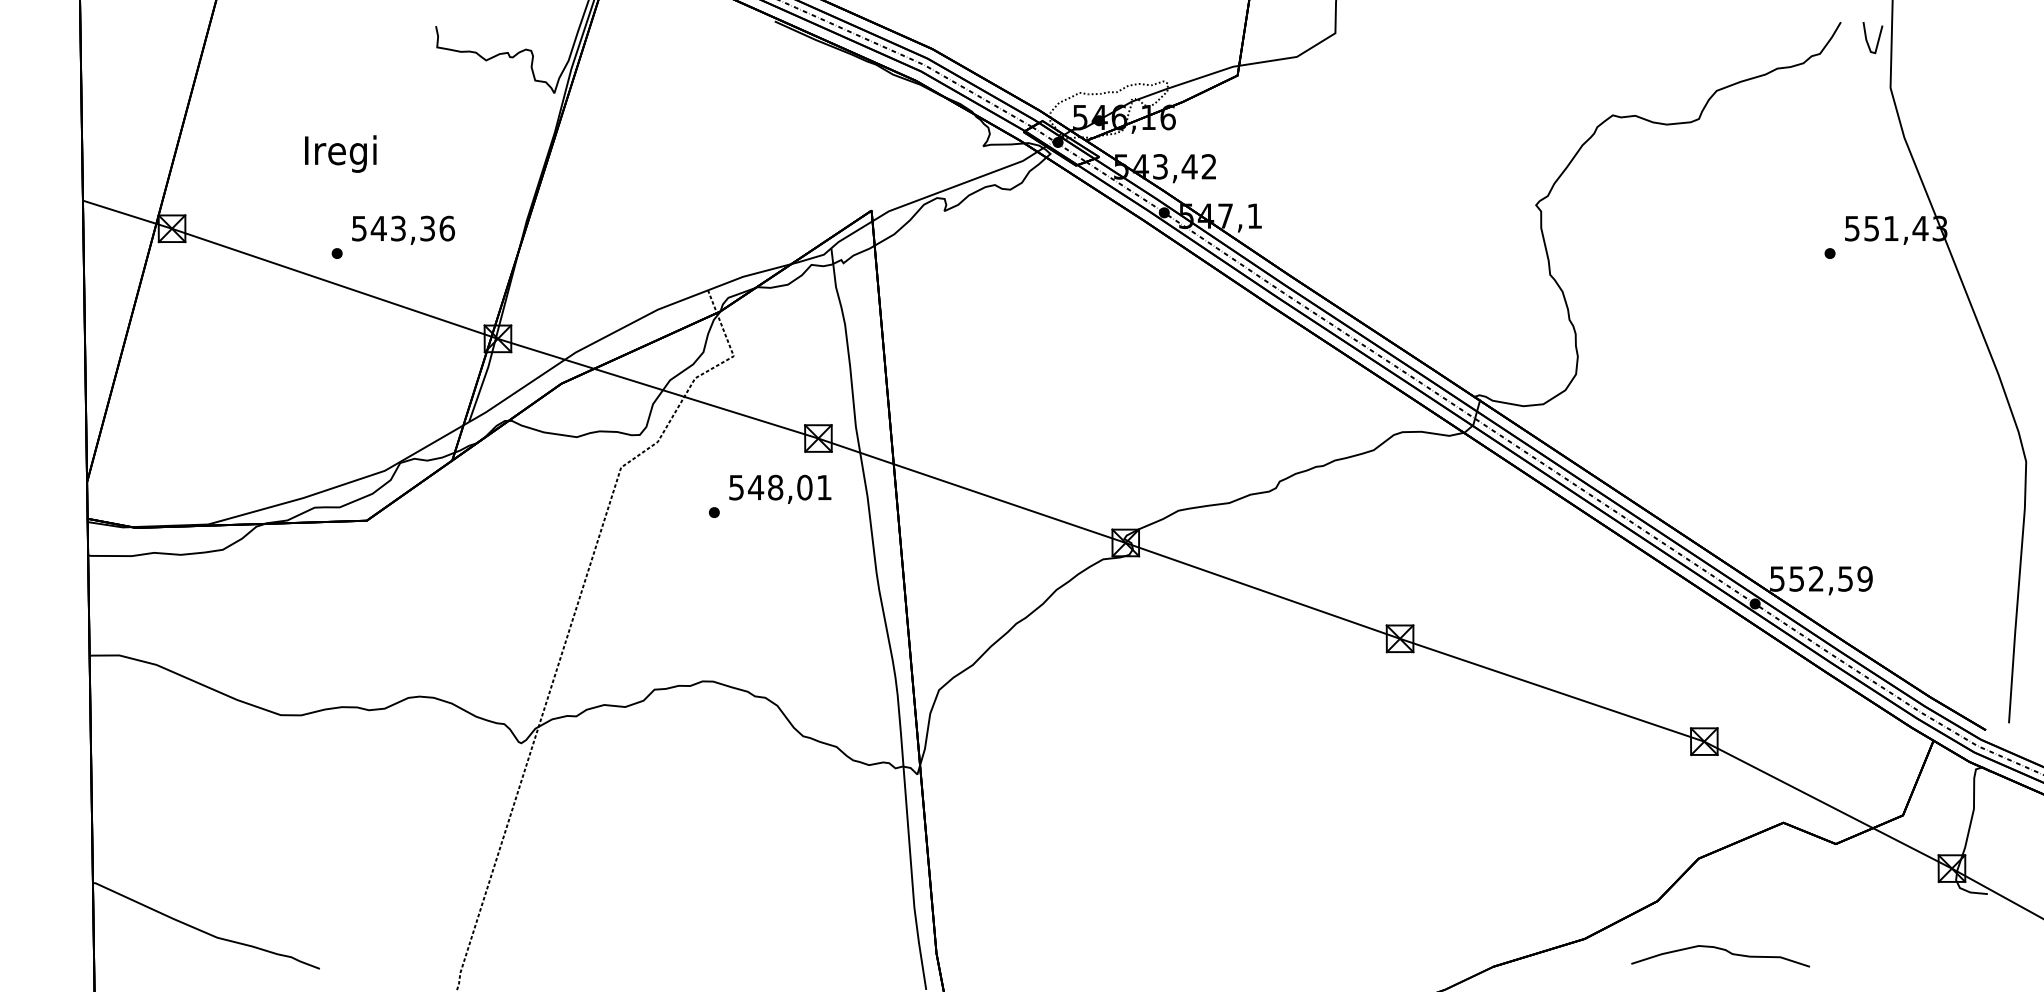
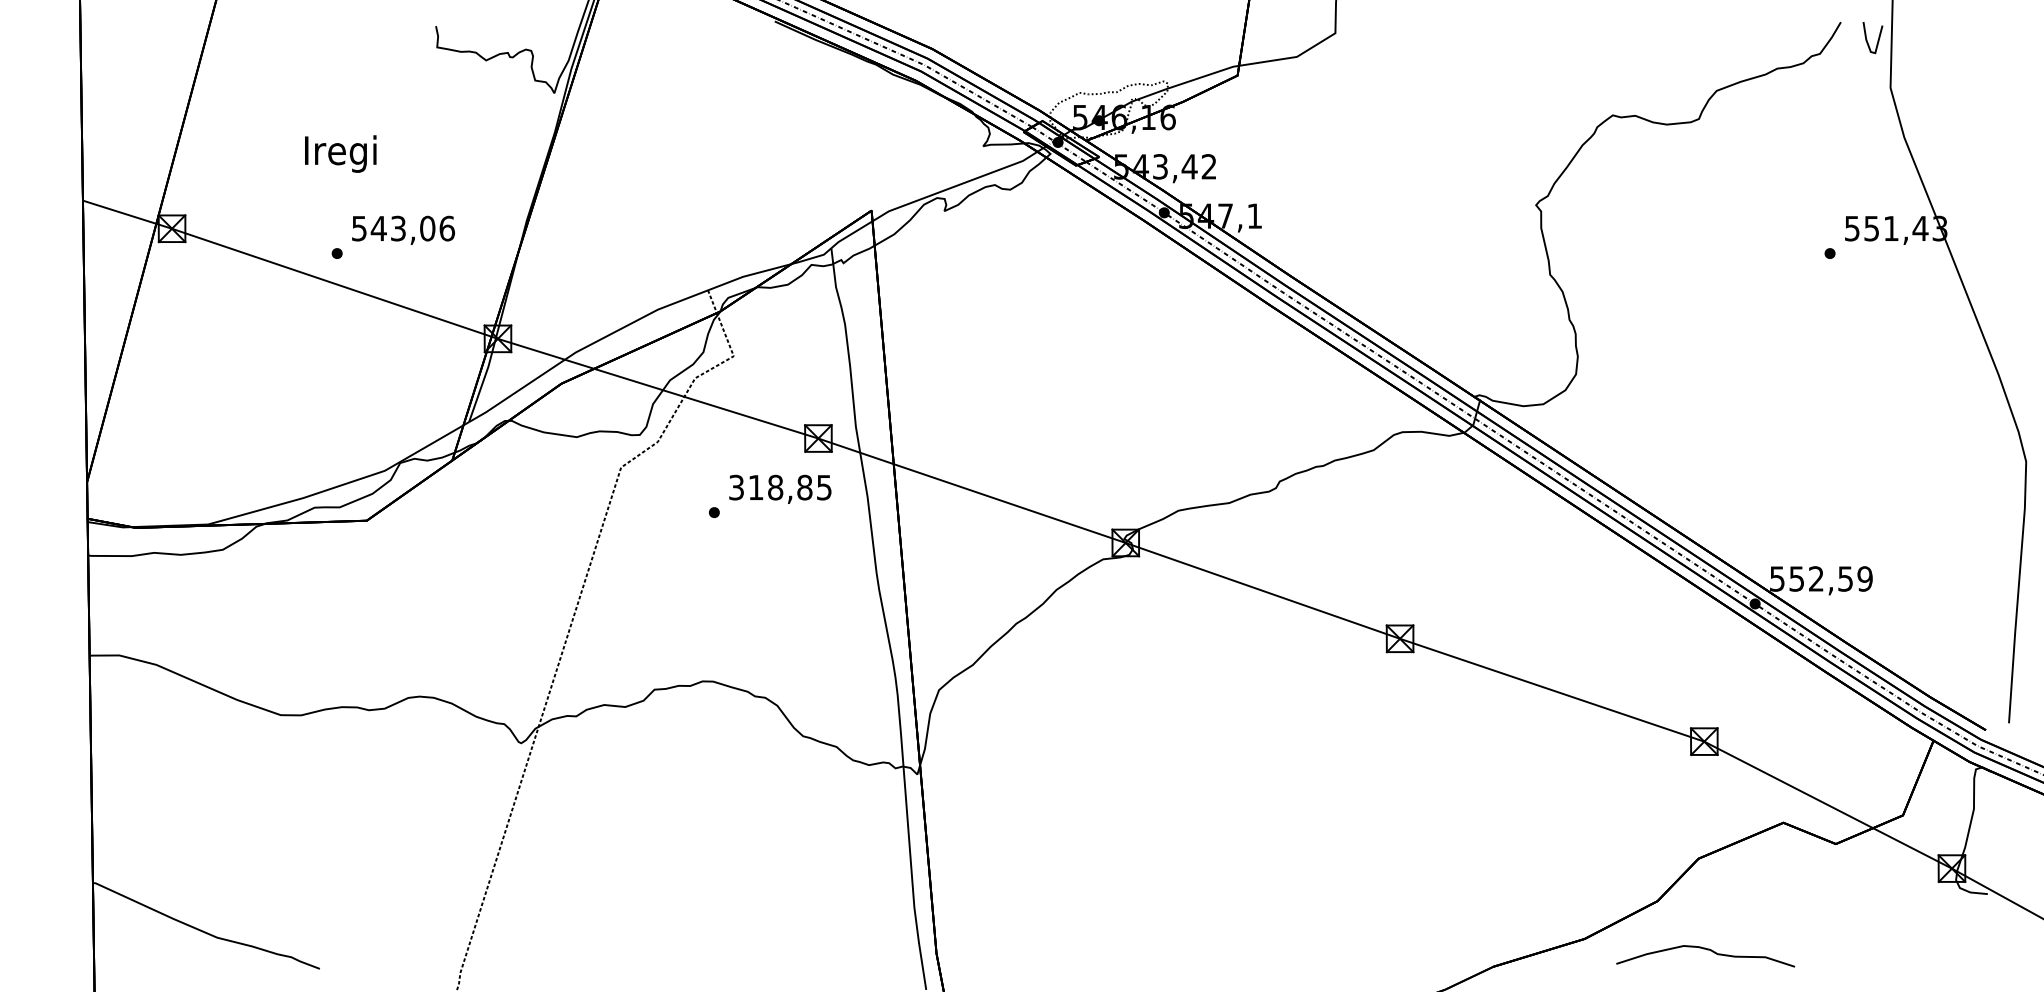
text at (427, 228): 543,36 -> 543,06
text at (780, 487): 548,01 -> 318,85
curve at (1722, 950) position: (1722, 950) -> (1707, 950)
